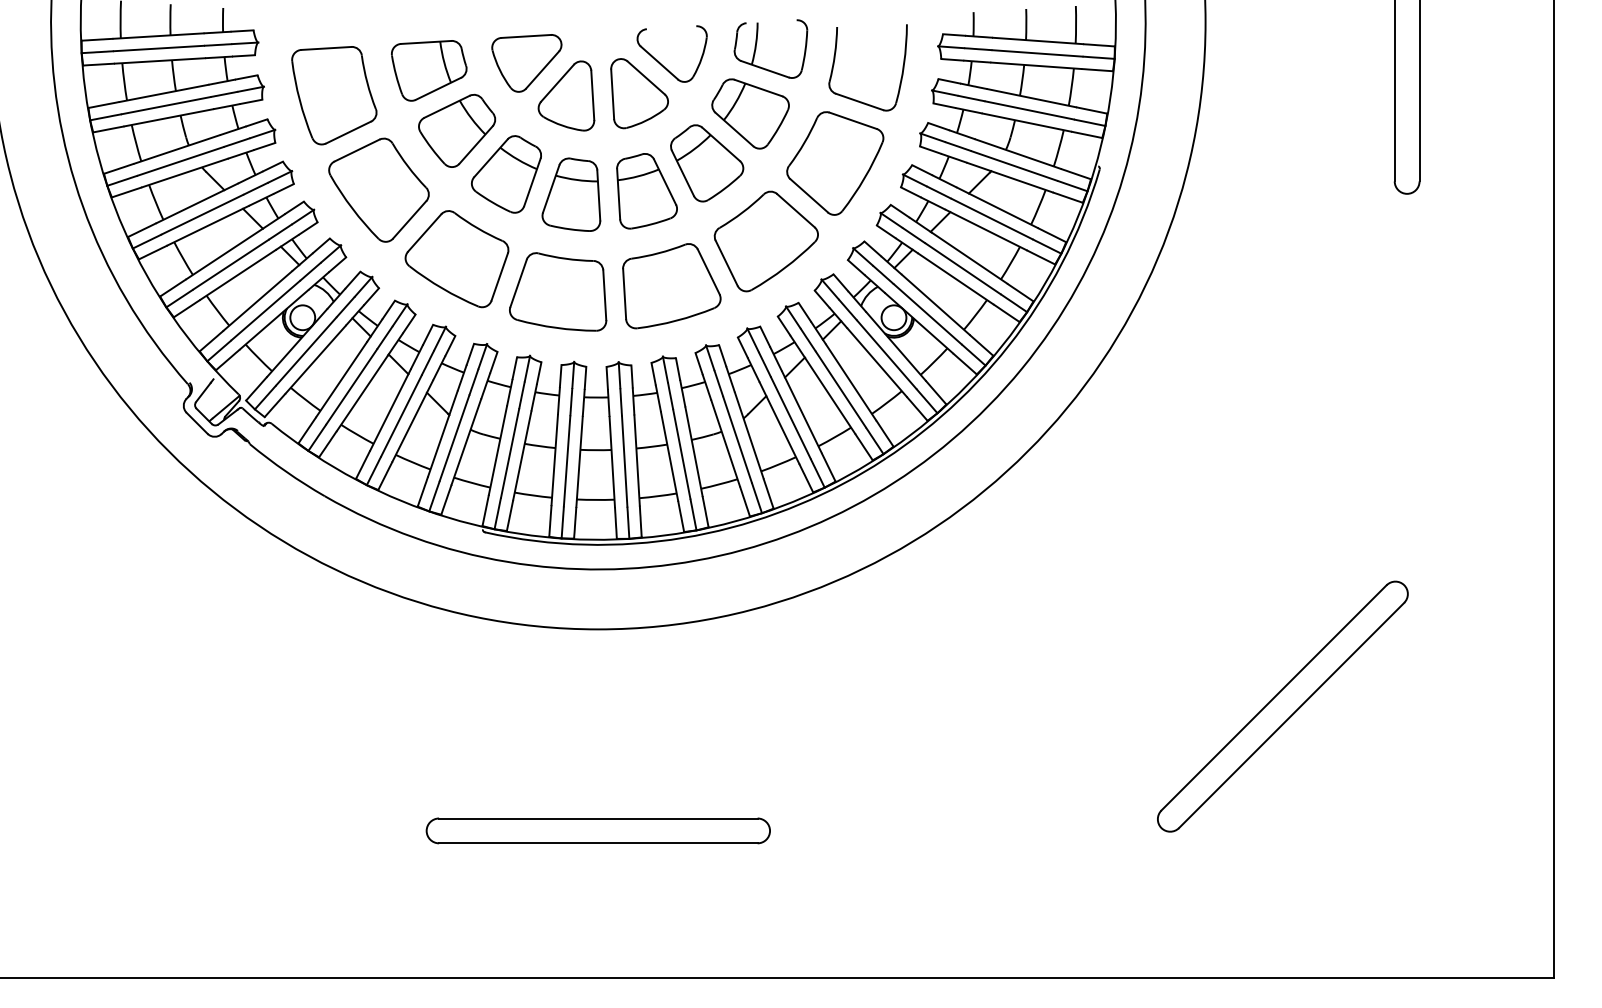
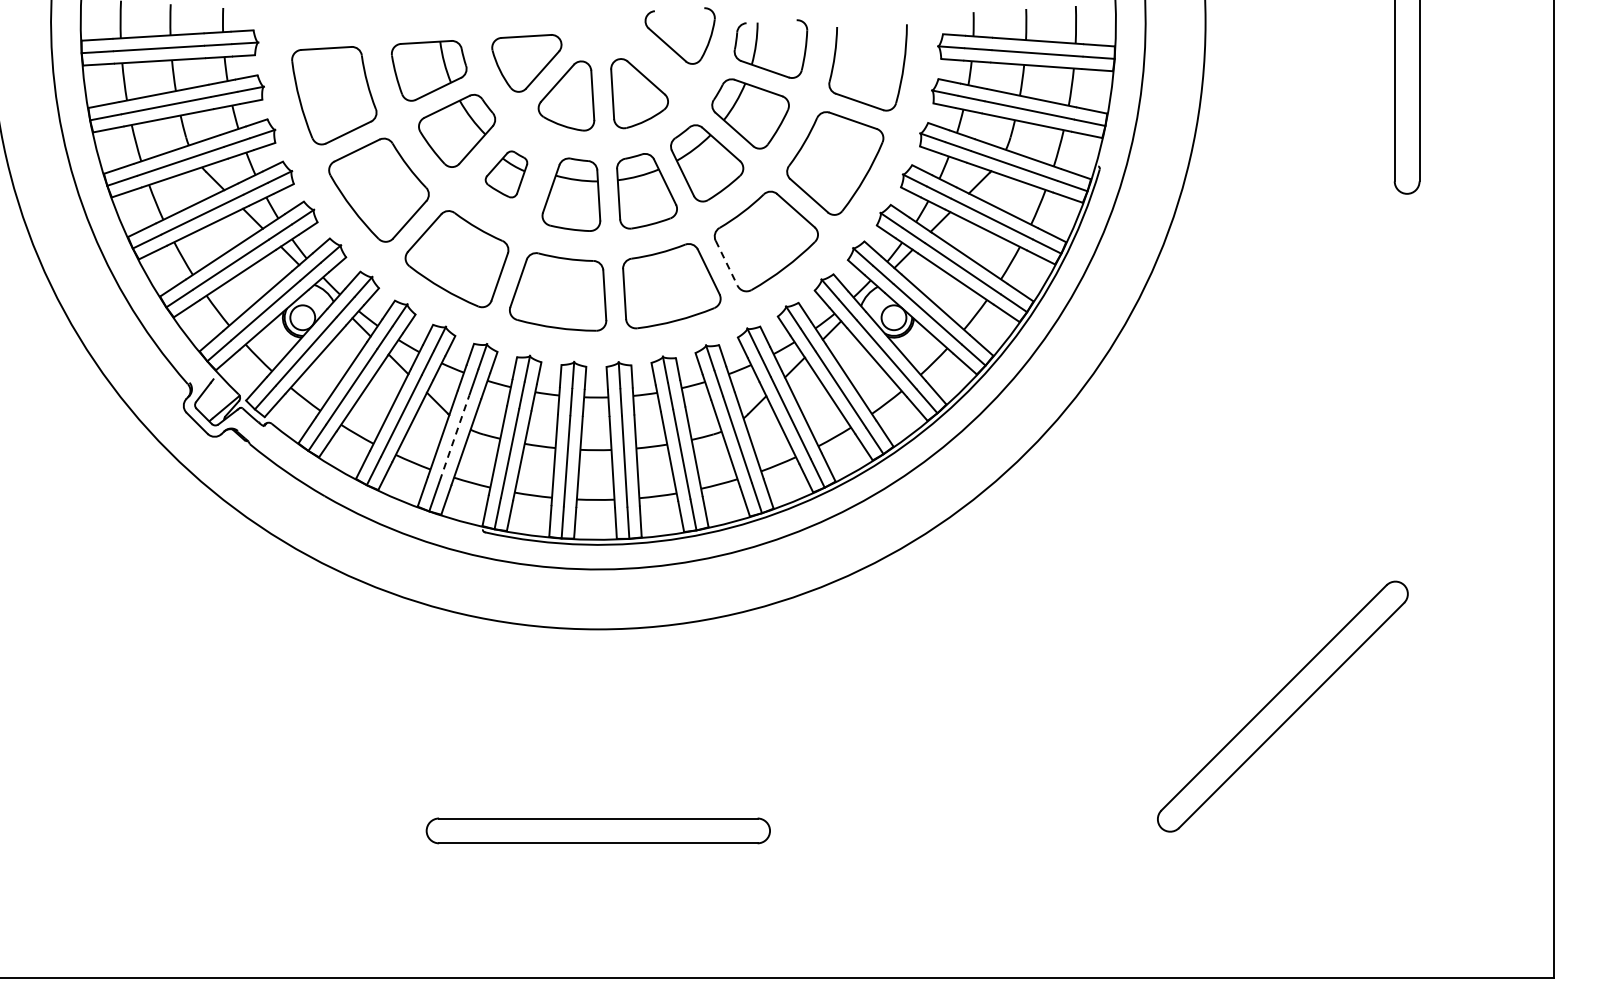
part at (661, 63) position: (661, 63) -> (669, 45)
part at (506, 174) size: 71x79 px -> 45x49 px
line at (726, 263): solid -> dashed
line at (454, 437): solid -> dashed
